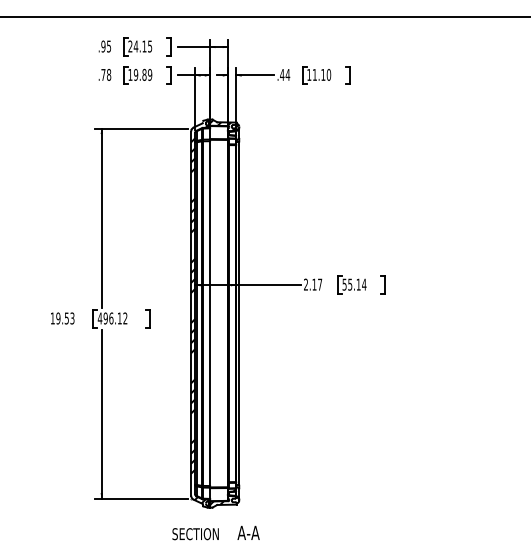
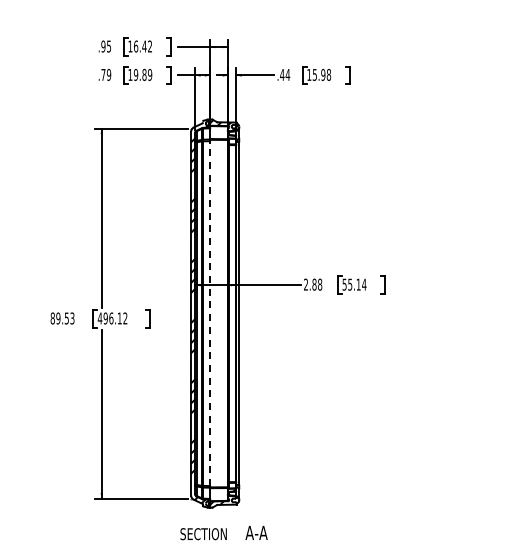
line at (264, 16): present -> none
text at (140, 46): 24.15 -> 16.42
text at (108, 74): .78 -> .79
text at (321, 74): 11.10 -> 15.98
text at (317, 284): 2.17 -> 2.88
line at (210, 313): solid -> dashed
text at (52, 318): 19.53 -> 89.53
text at (215, 532) position: (215, 532) -> (223, 532)
